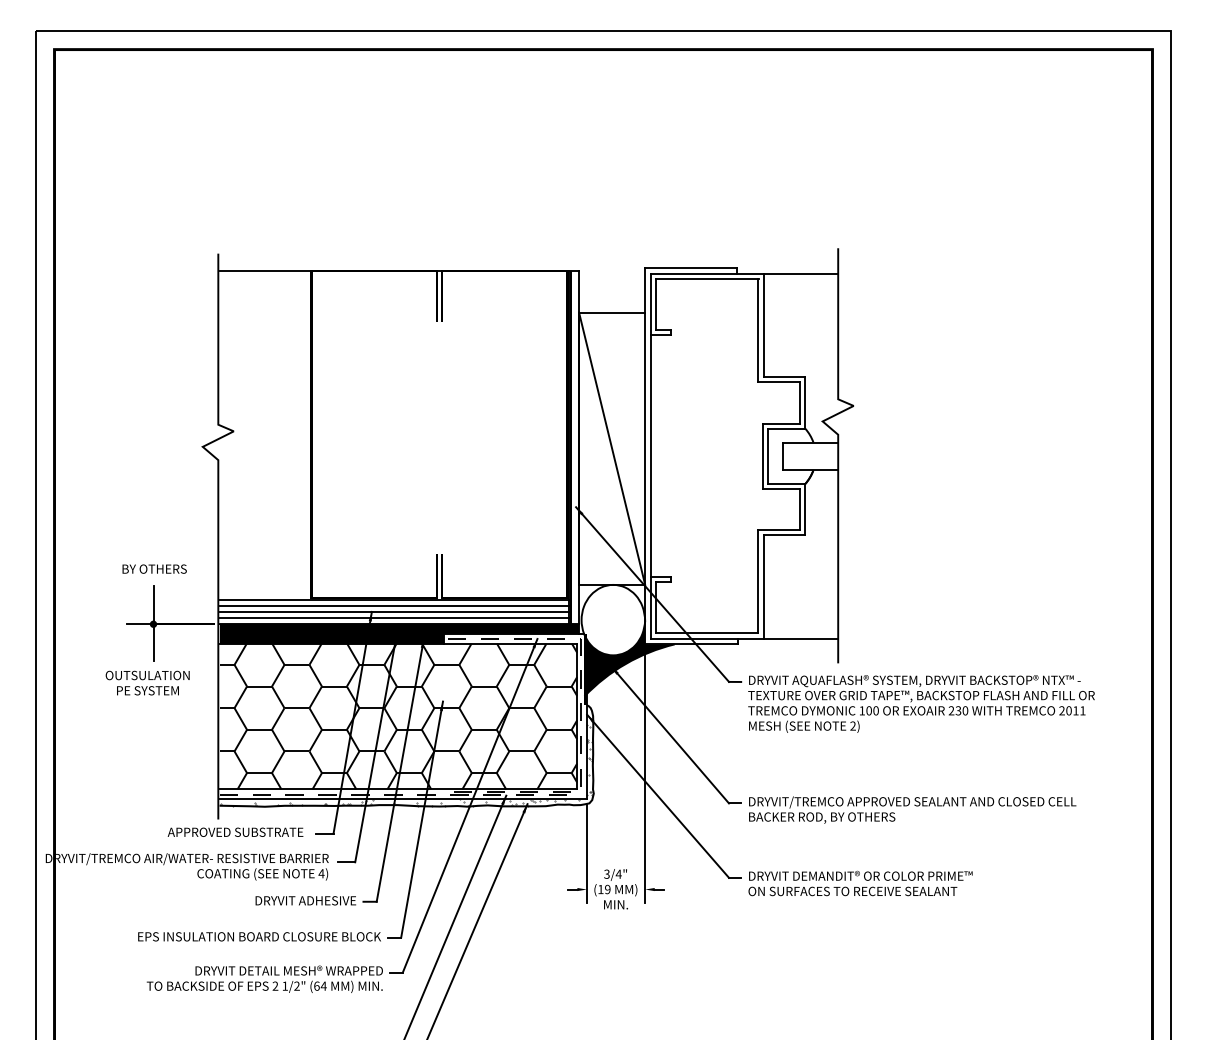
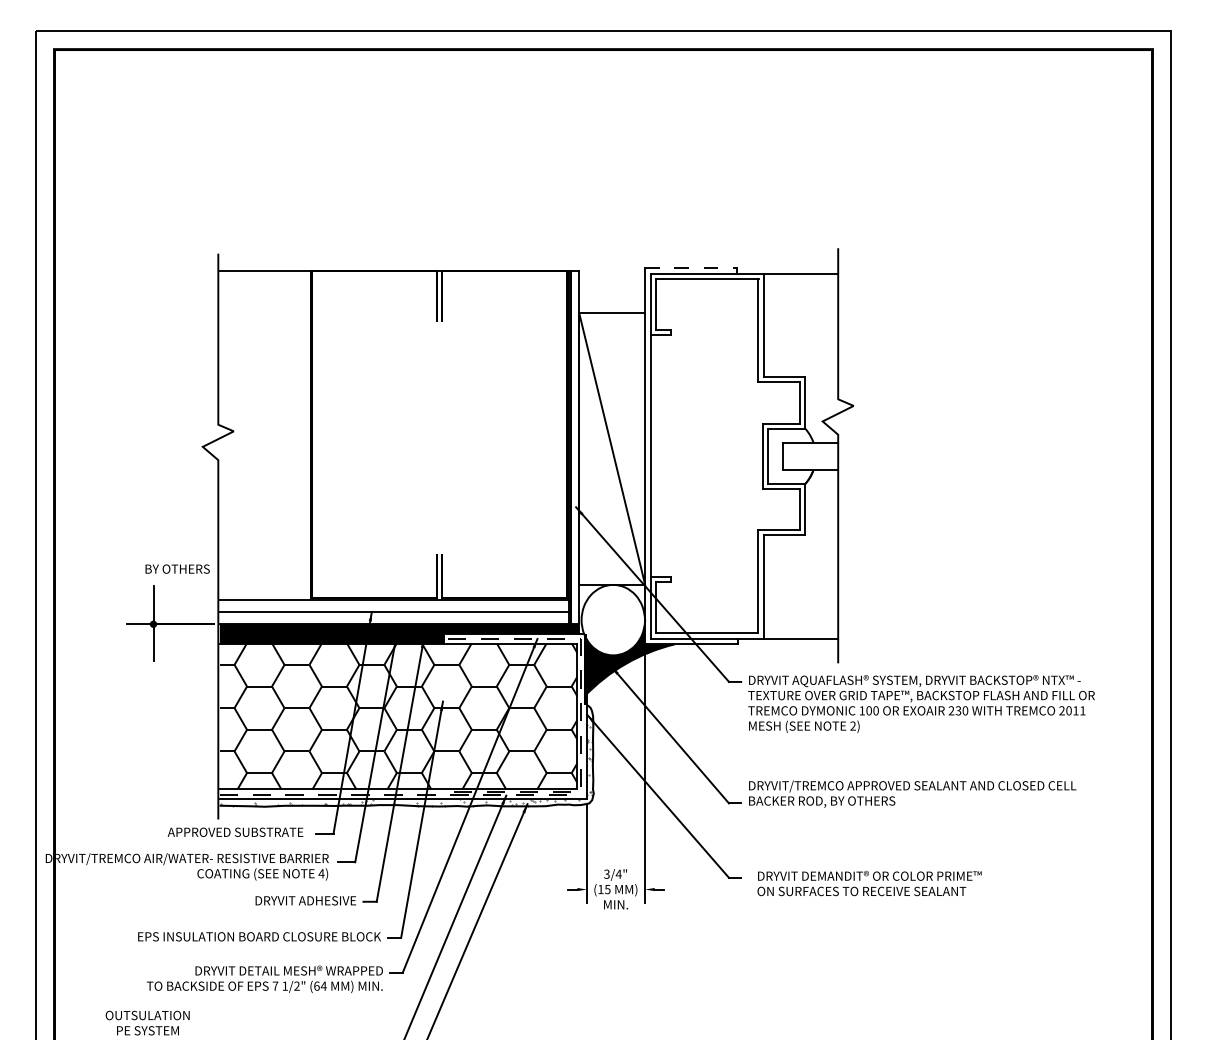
line at (691, 268): solid -> dashed
text at (154, 568) position: (154, 568) -> (177, 568)
line at (394, 605): present -> none
line at (394, 618): present -> none
text at (147, 682) position: (147, 682) -> (147, 1022)
text at (912, 809) position: (912, 809) -> (912, 793)
text at (860, 883) position: (860, 883) -> (869, 883)
text at (607, 888): (19 -> (15
text at (275, 985): 2 -> 7
